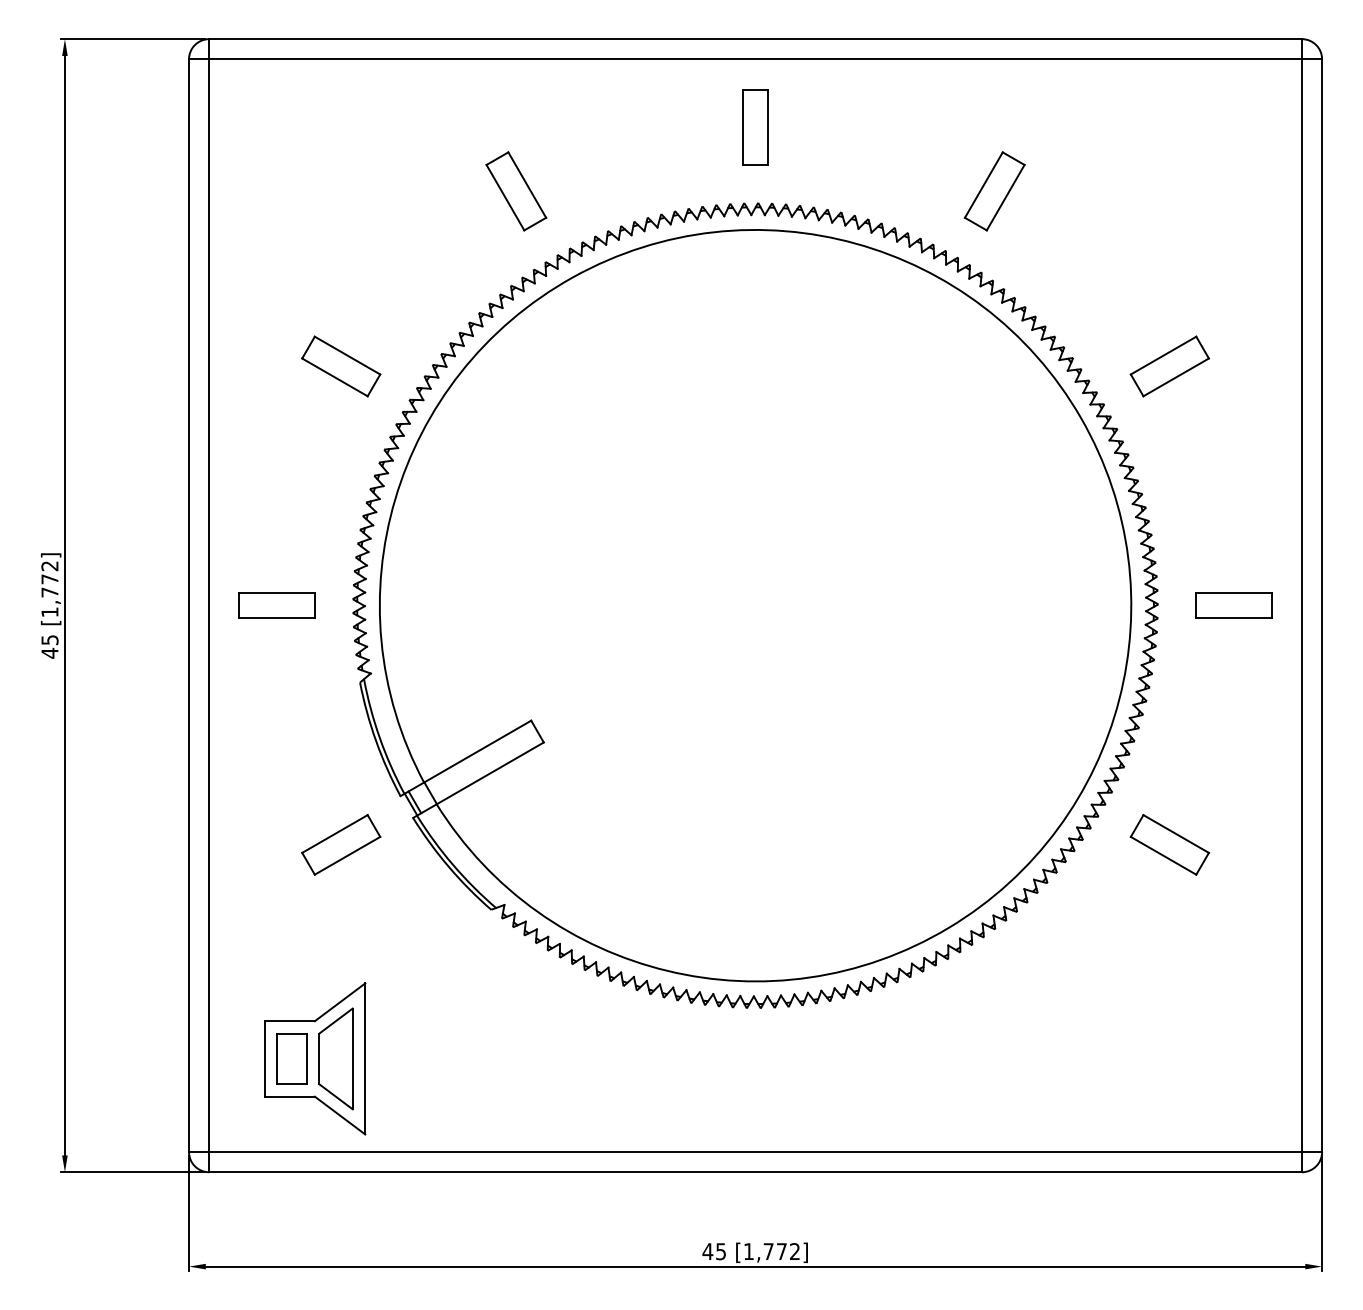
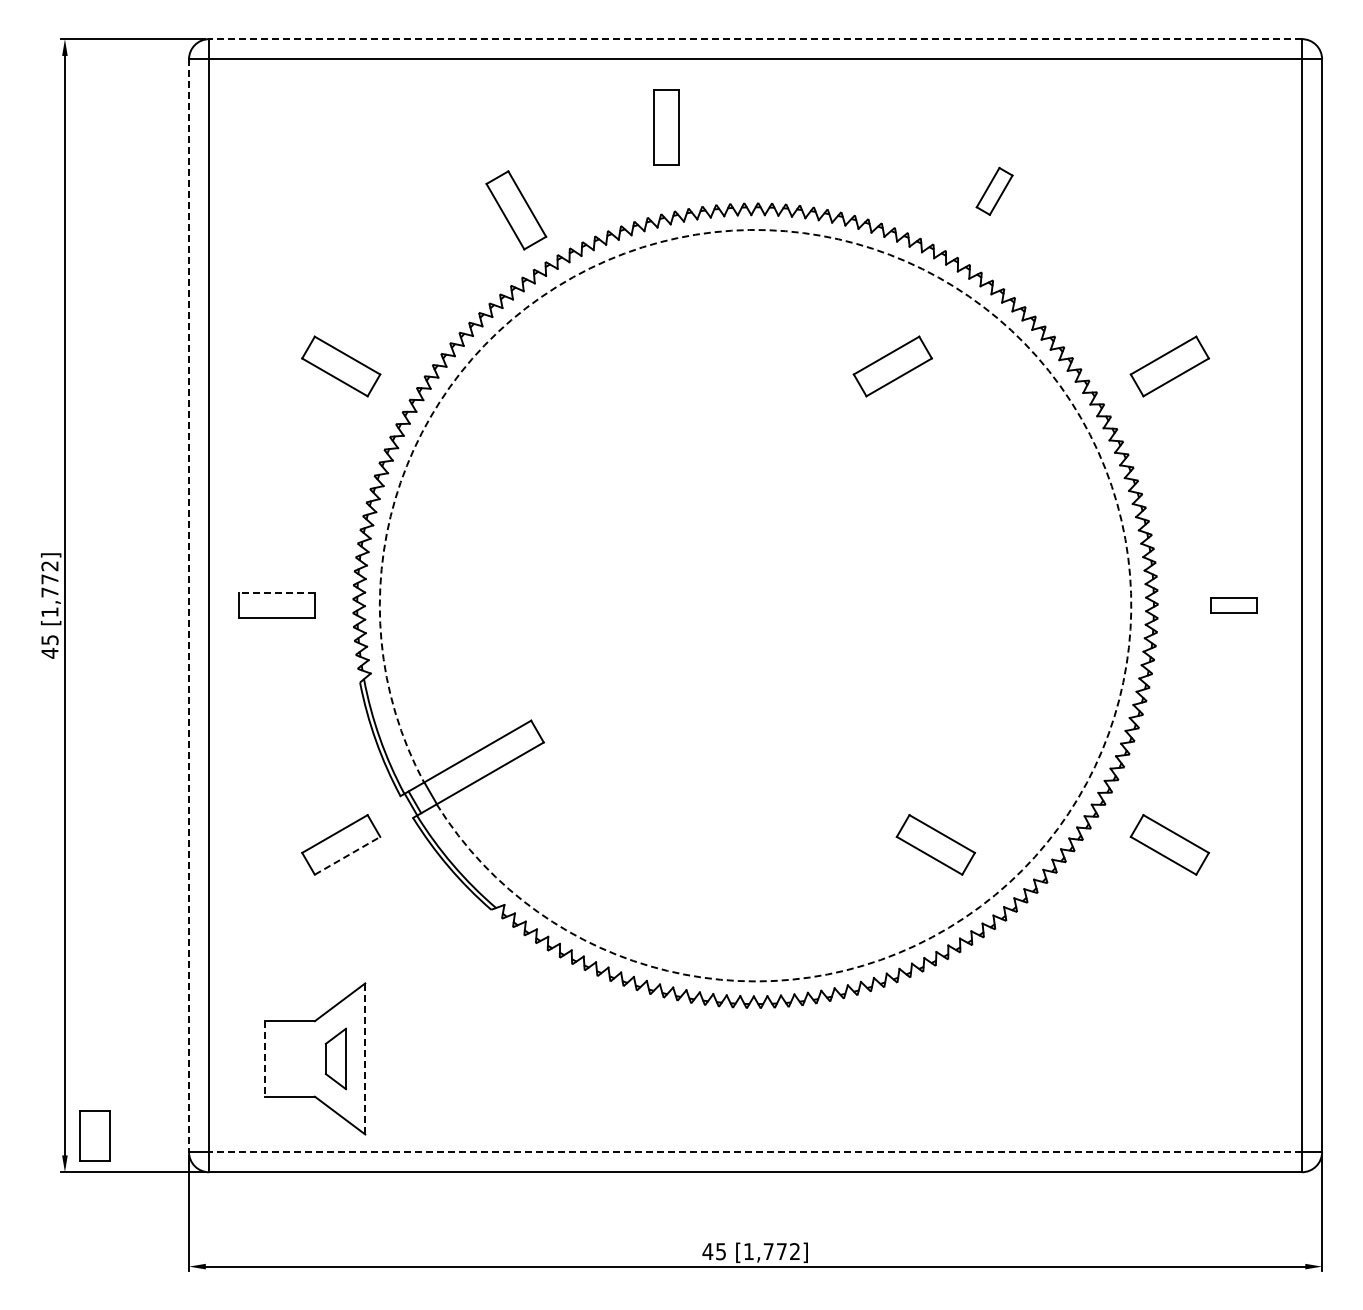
line at (755, 39): solid -> dashed
part at (755, 127) position: (755, 127) -> (666, 127)
part at (516, 191) position: (516, 191) -> (516, 210)
part at (994, 191) size: 63x81 px -> 39x50 px
part at (892, 366): none -> present
arc at (1080, 417): solid -> dashed
line at (277, 593): solid -> dashed
part at (1233, 605) size: 78x27 px -> 48x17 px
line at (189, 606): solid -> dashed
part at (935, 844): none -> present
line at (347, 855): solid -> dashed
line at (264, 1058): solid -> dashed
part at (291, 1058) position: (291, 1058) -> (94, 1135)
part at (335, 1058) size: 36x104 px -> 23x64 px
line at (365, 1058): solid -> dashed
line at (755, 1152): solid -> dashed
